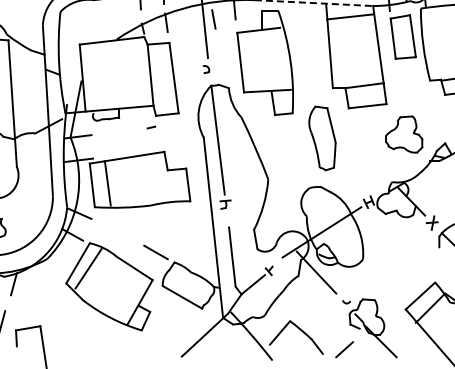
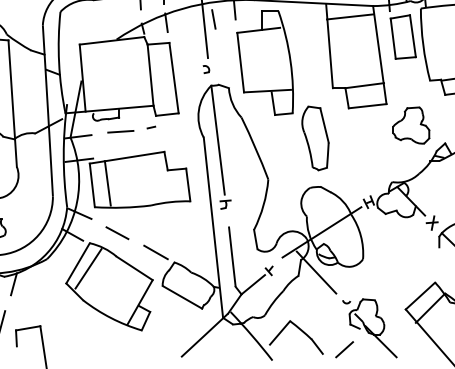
line at (314, 3): dashed -> solid
line at (120, 131): none -> present
part at (404, 134) position: (404, 134) -> (411, 125)
part at (322, 138) position: (322, 138) -> (315, 138)
line at (117, 233): none -> present
